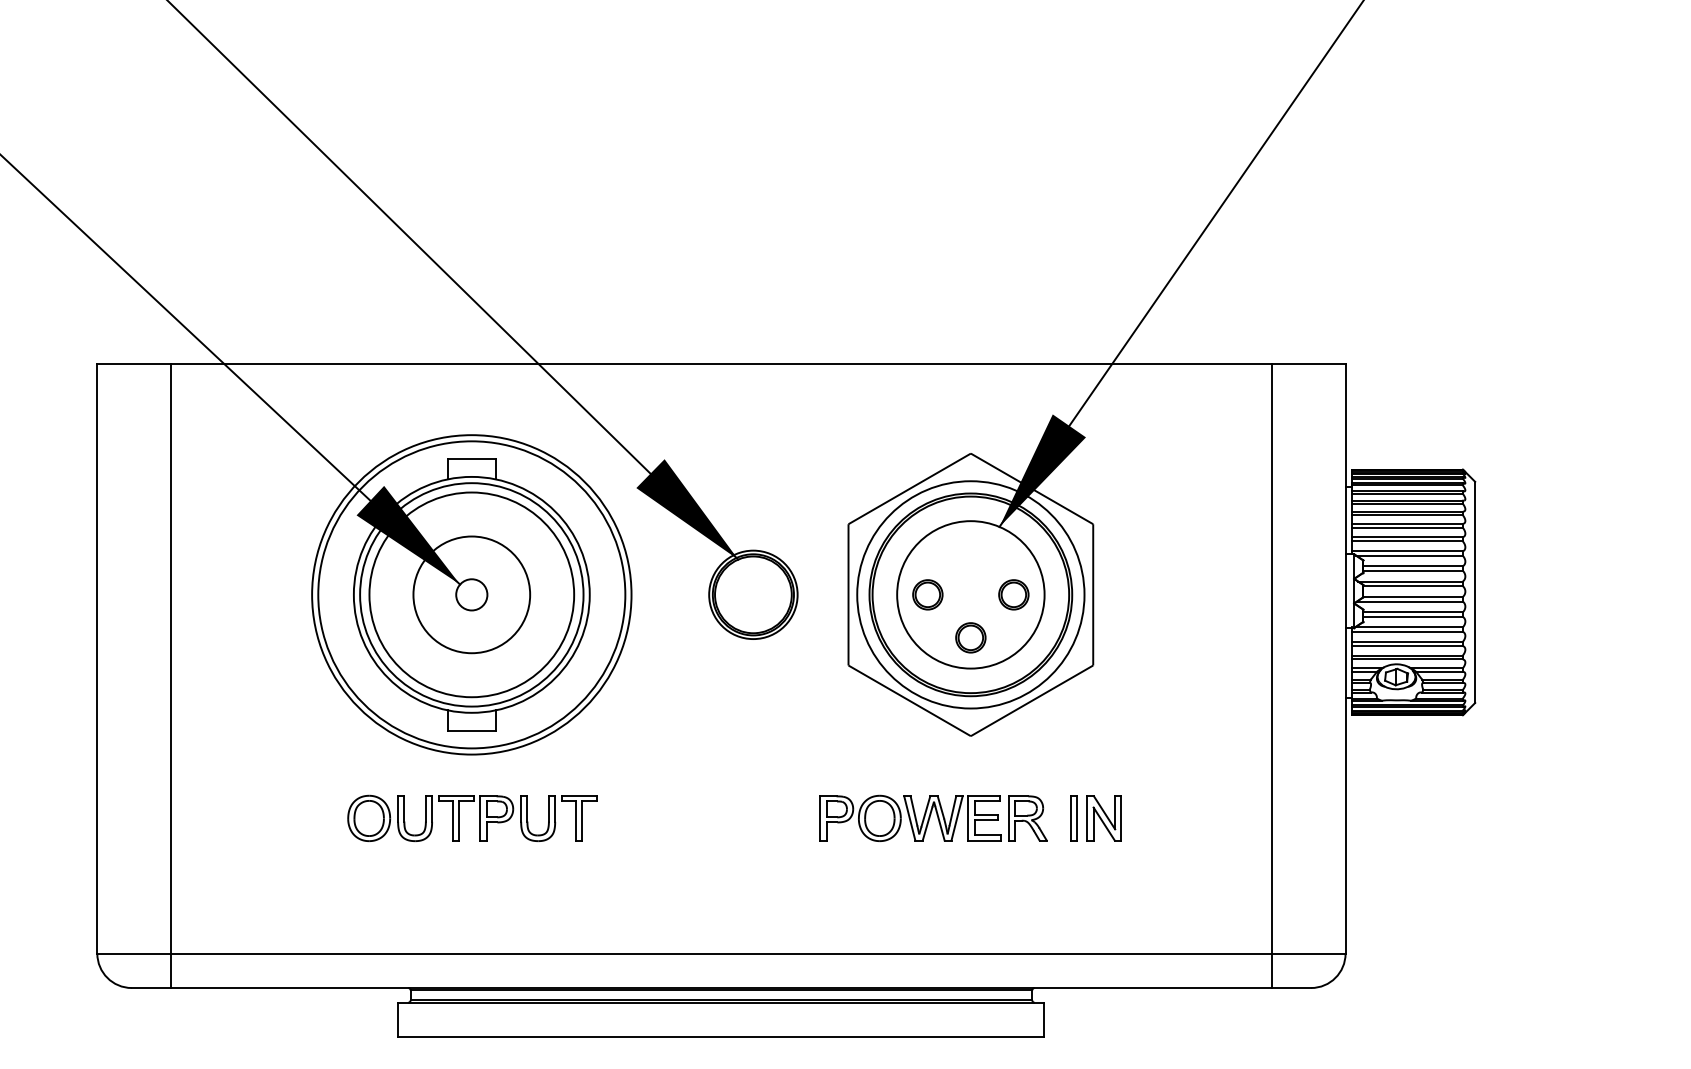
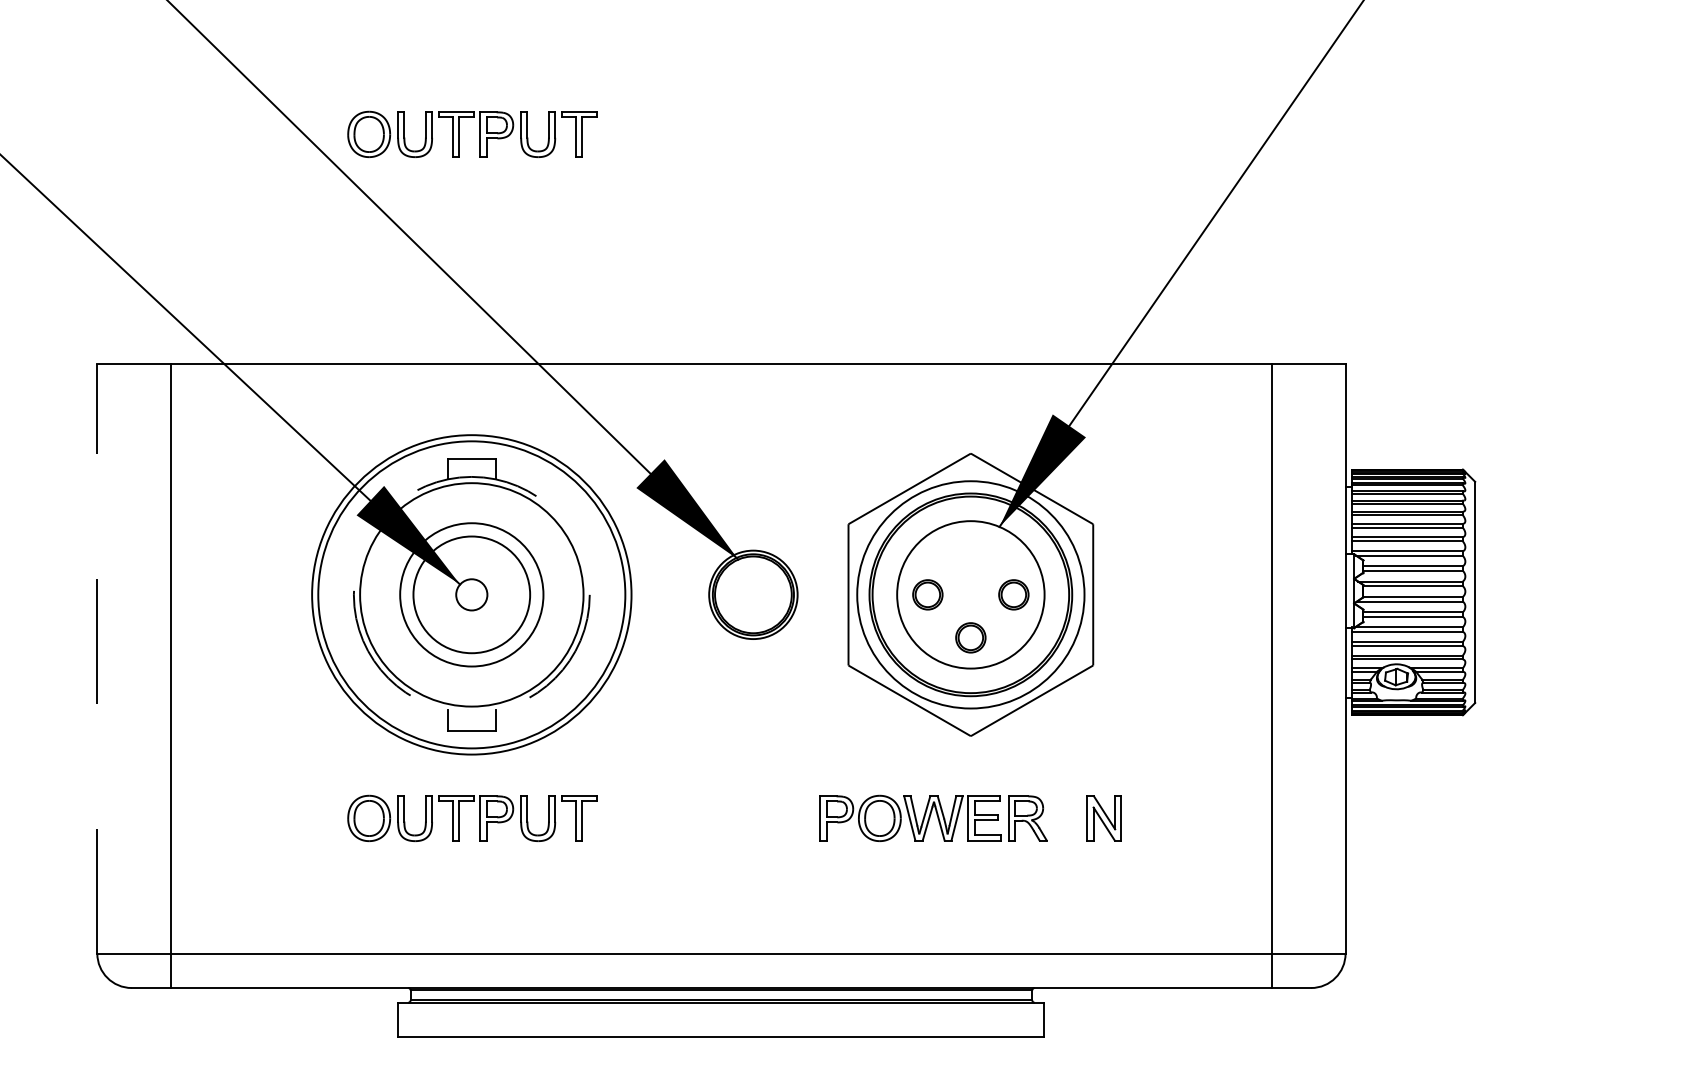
part at (479, 133): none -> present
circle at (471, 594) diameter: 205 px -> 143 px
circle at (471, 594): solid -> dashed
line at (97, 658): solid -> dashed
part at (1073, 818): present -> none
